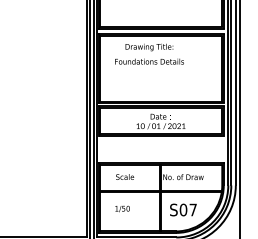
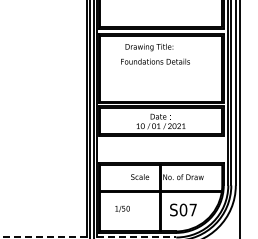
text at (149, 61) position: (149, 61) -> (155, 61)
text at (125, 176) position: (125, 176) -> (140, 176)
line at (43, 237): solid -> dashed
line at (136, 237): solid -> dashed
